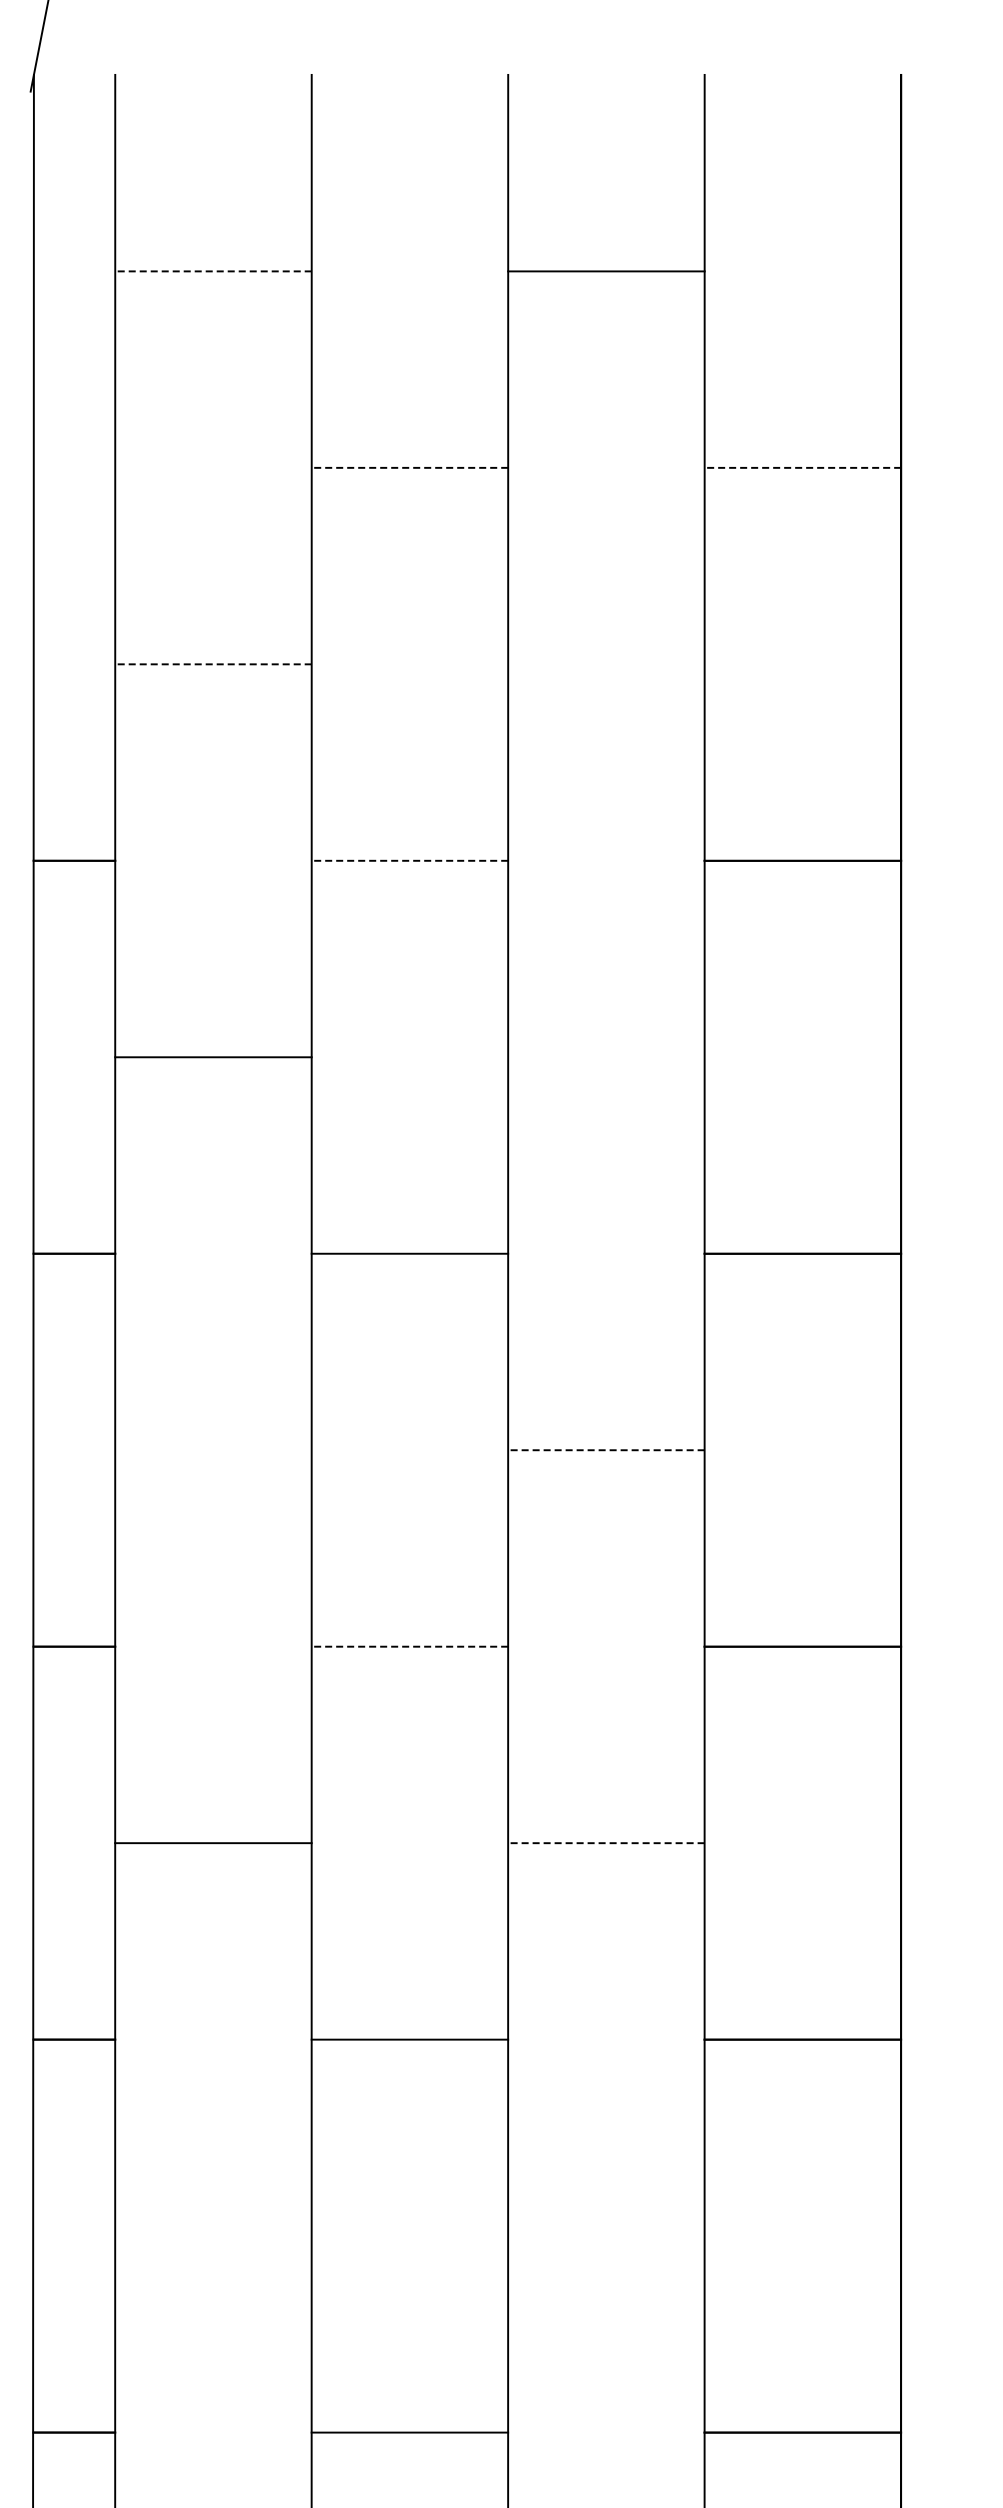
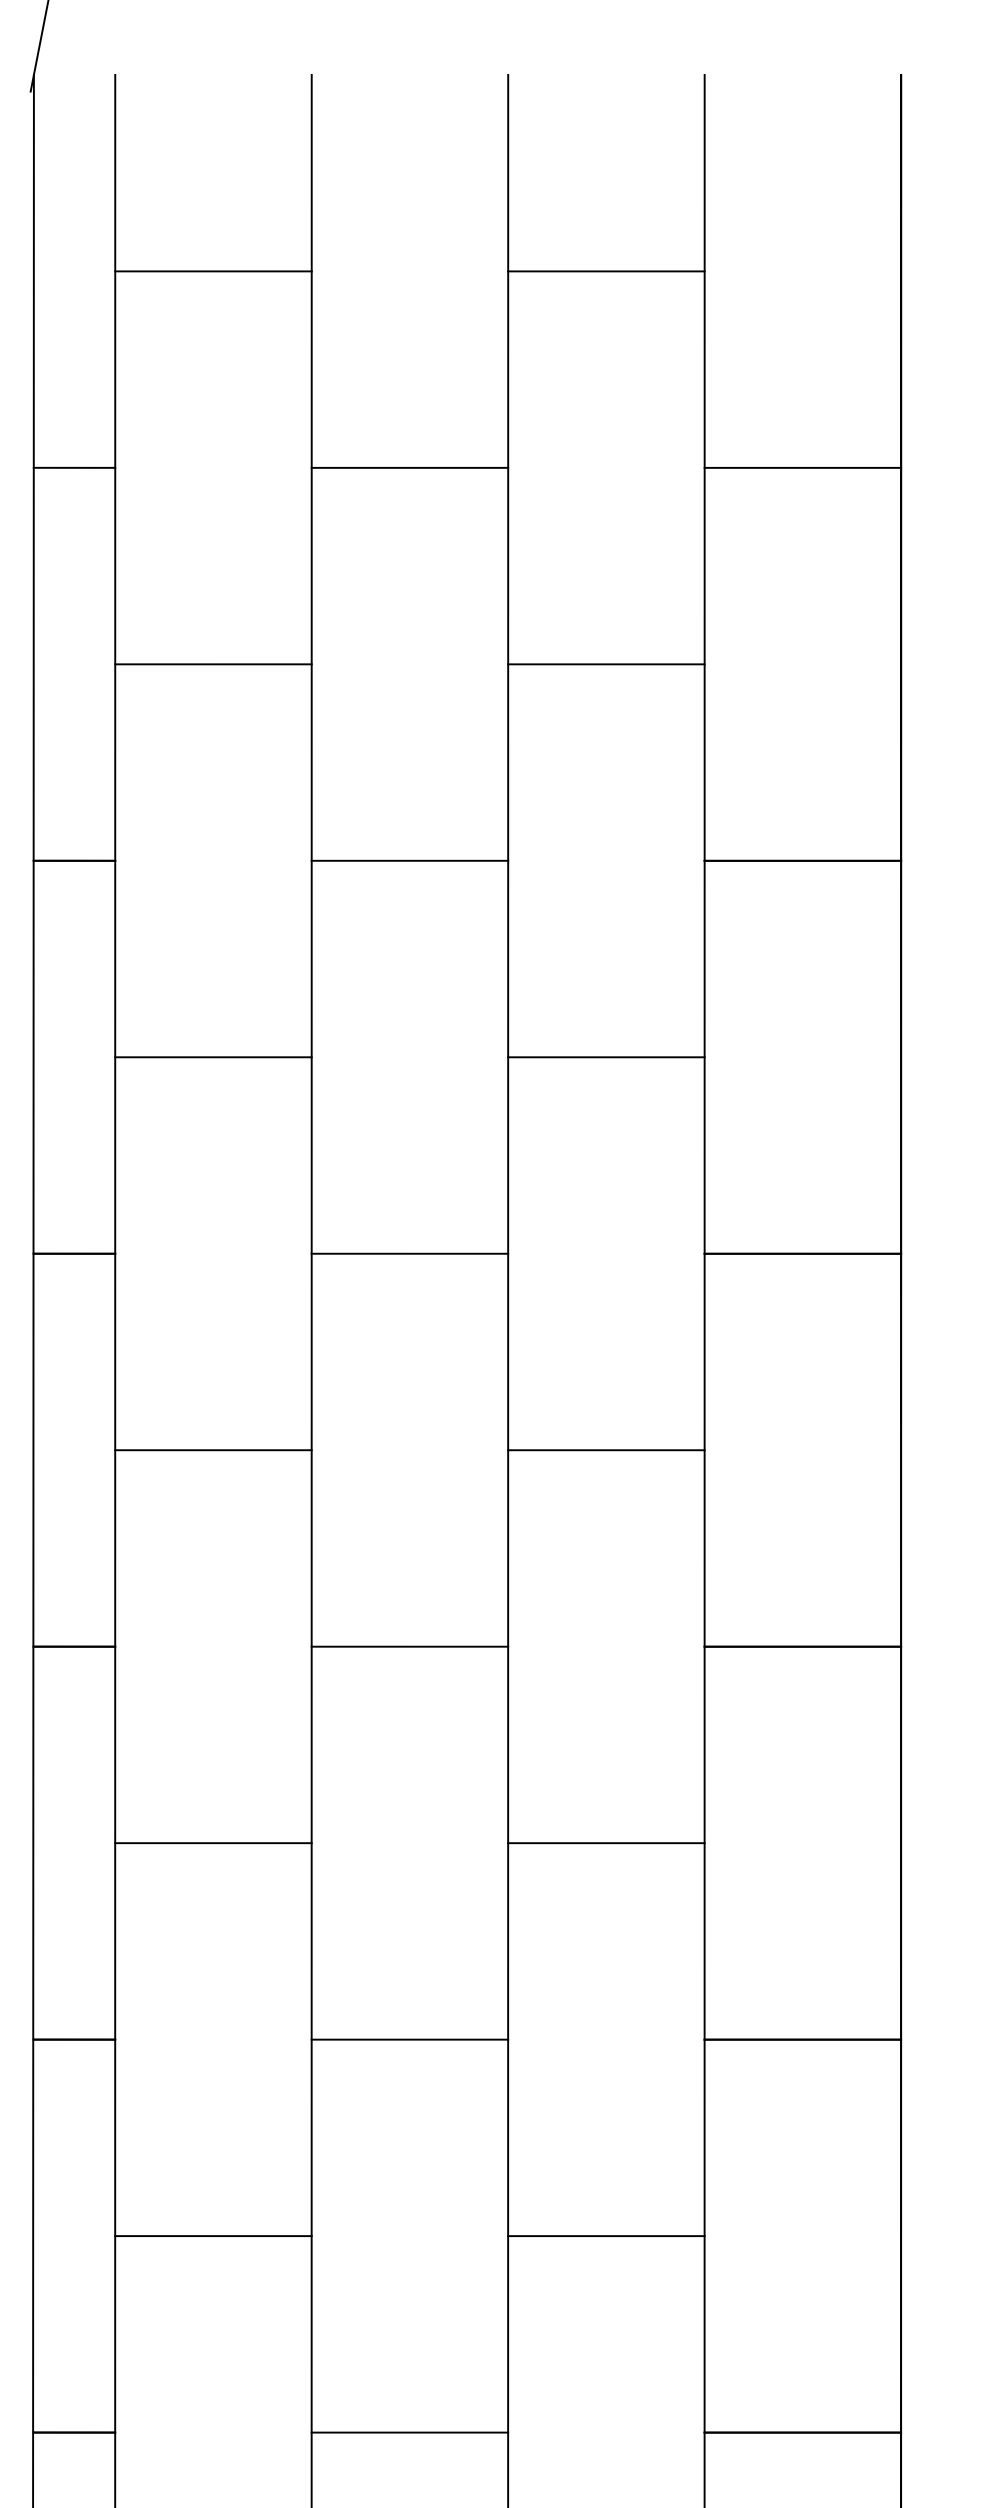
line at (212, 271): dashed -> solid
line at (74, 467): none -> present
line at (409, 467): dashed -> solid
line at (802, 467): dashed -> solid
line at (212, 664): dashed -> solid
line at (606, 664): none -> present
line at (409, 860): dashed -> solid
line at (606, 1057): none -> present
line at (213, 1450): none -> present
line at (605, 1450): dashed -> solid
line at (409, 1646): dashed -> solid
line at (605, 1843): dashed -> solid
line at (213, 2236): none -> present
line at (606, 2236): none -> present
